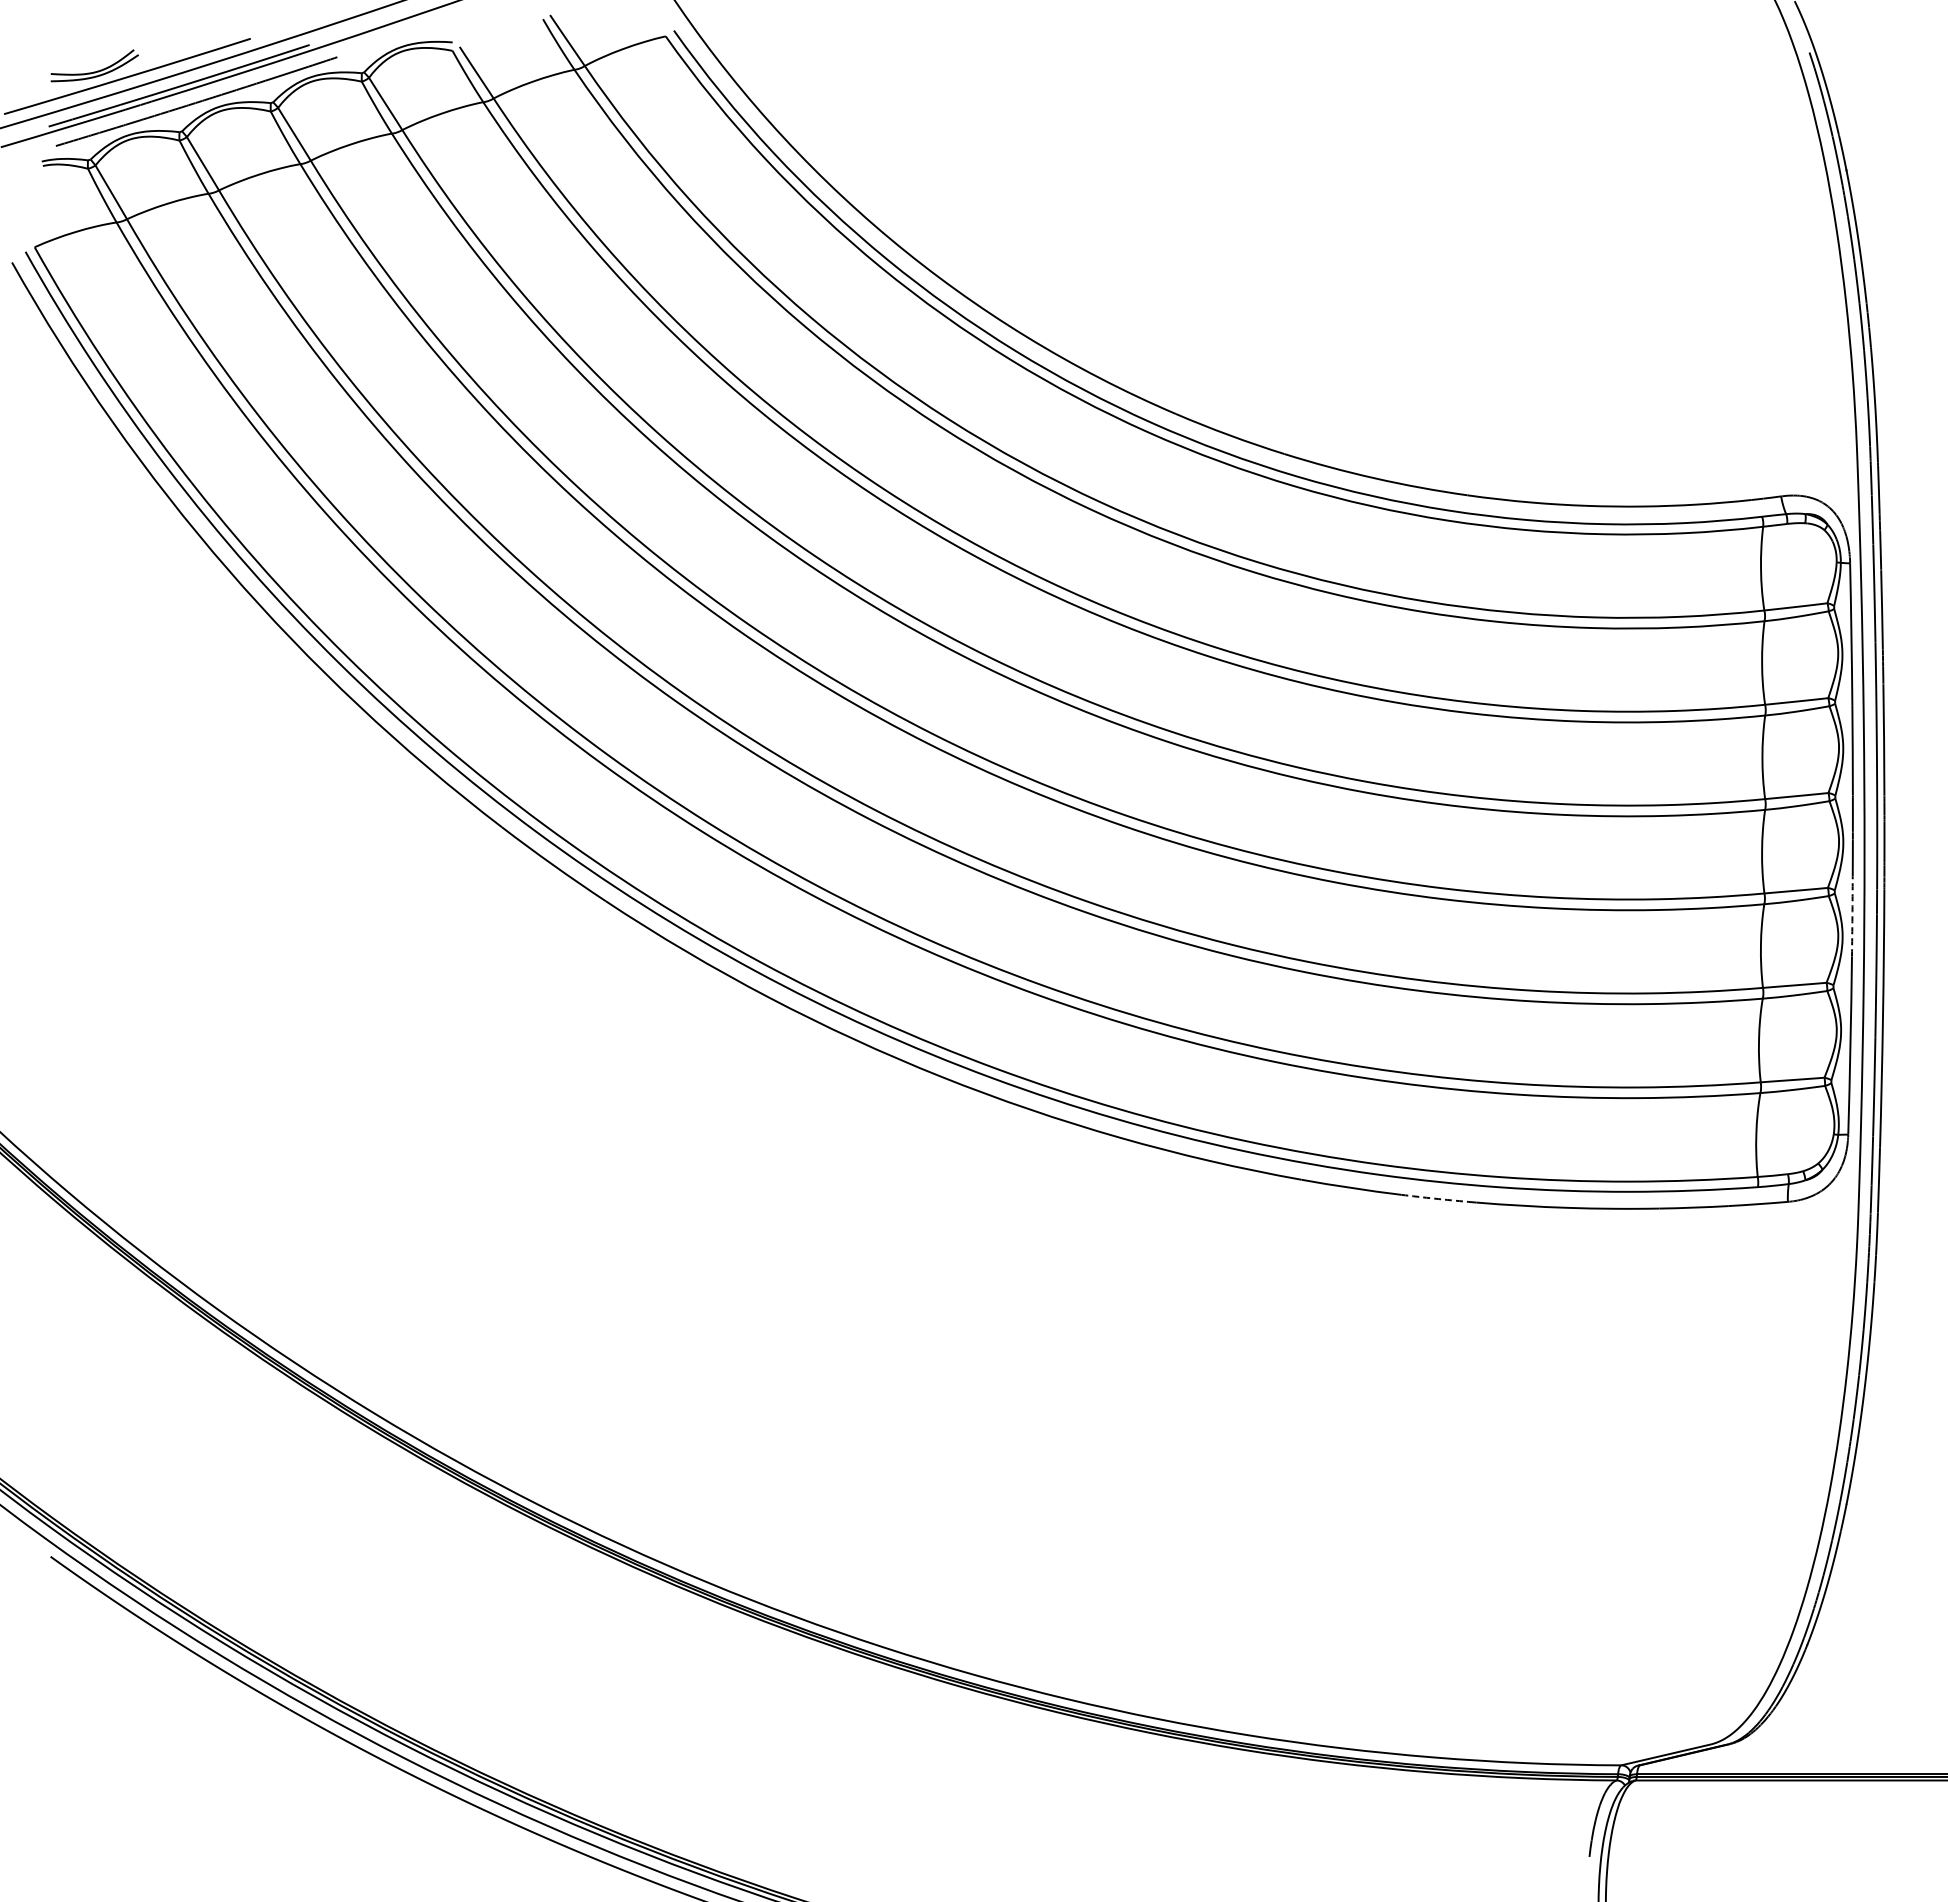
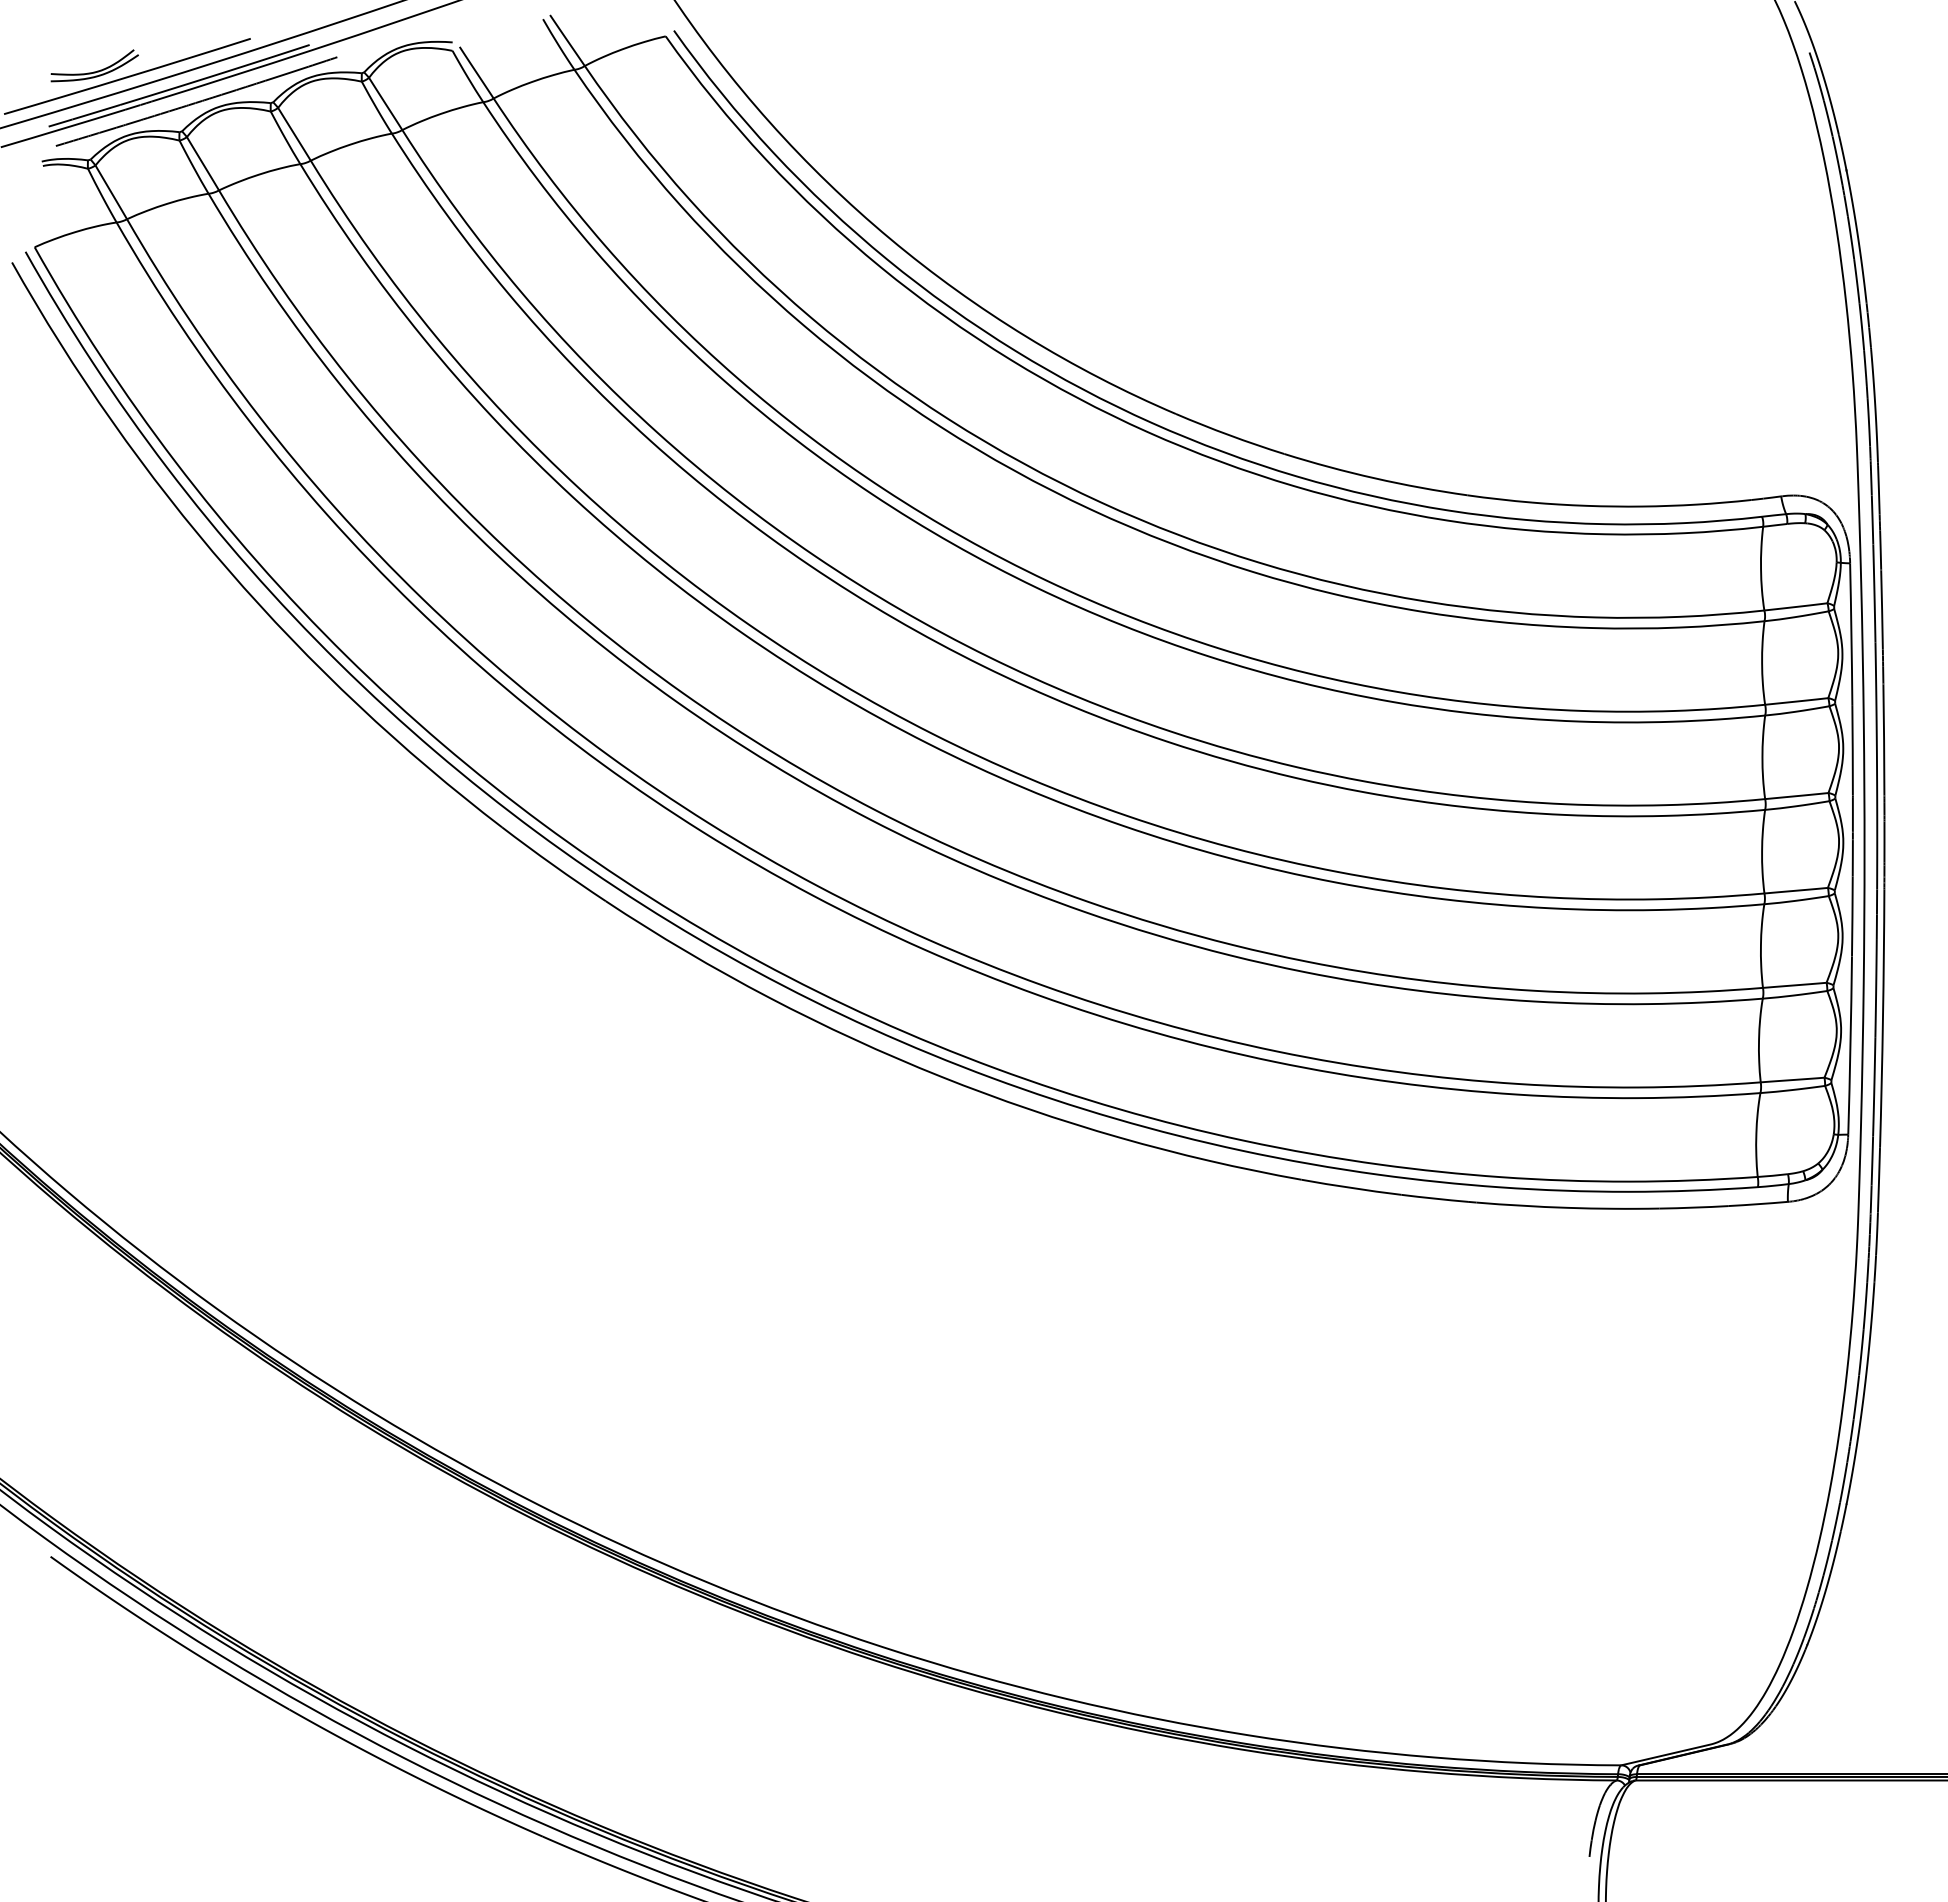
arc at (1852, 916): dashed -> solid
arc at (1434, 1198): dashed -> solid
